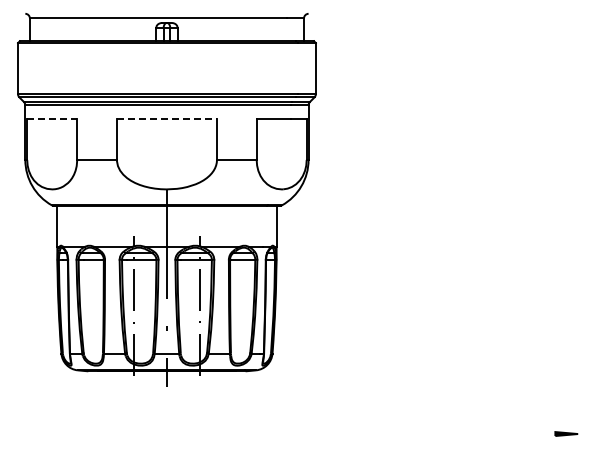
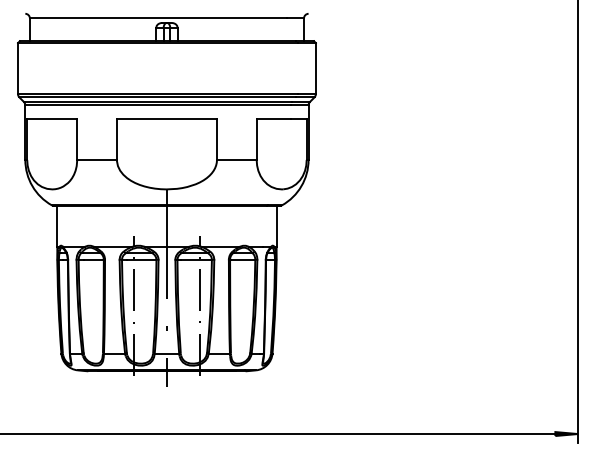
line at (52, 118): dashed -> solid
line at (167, 118): dashed -> solid
line at (578, 222): none -> present
line at (278, 434): none -> present
